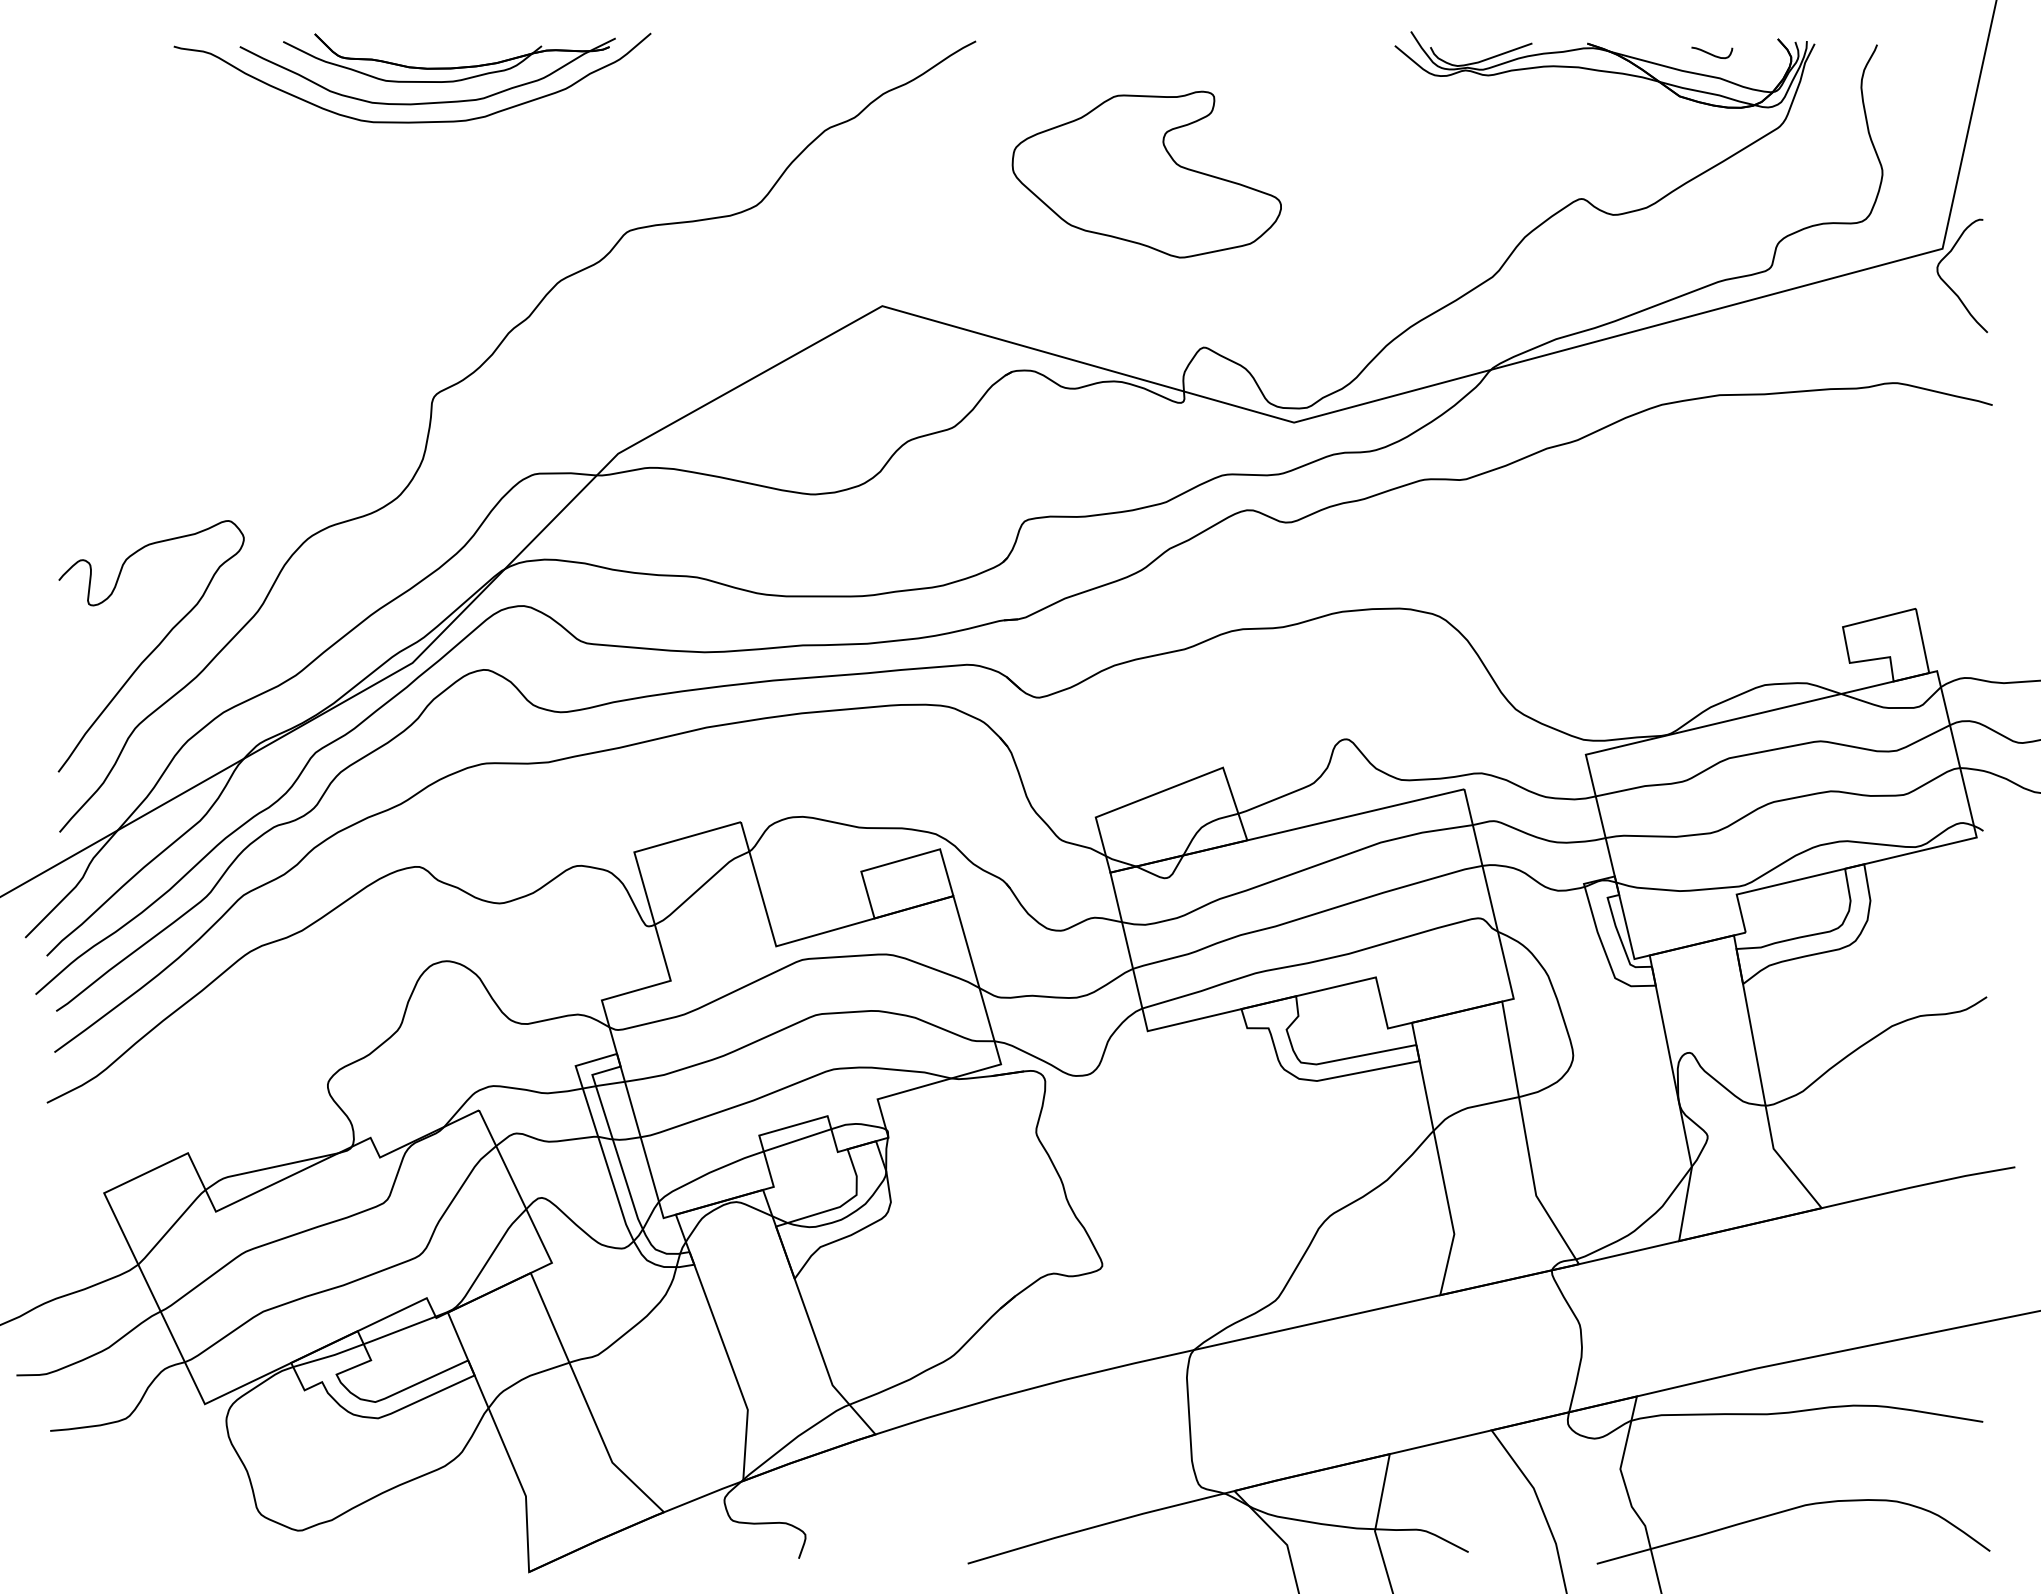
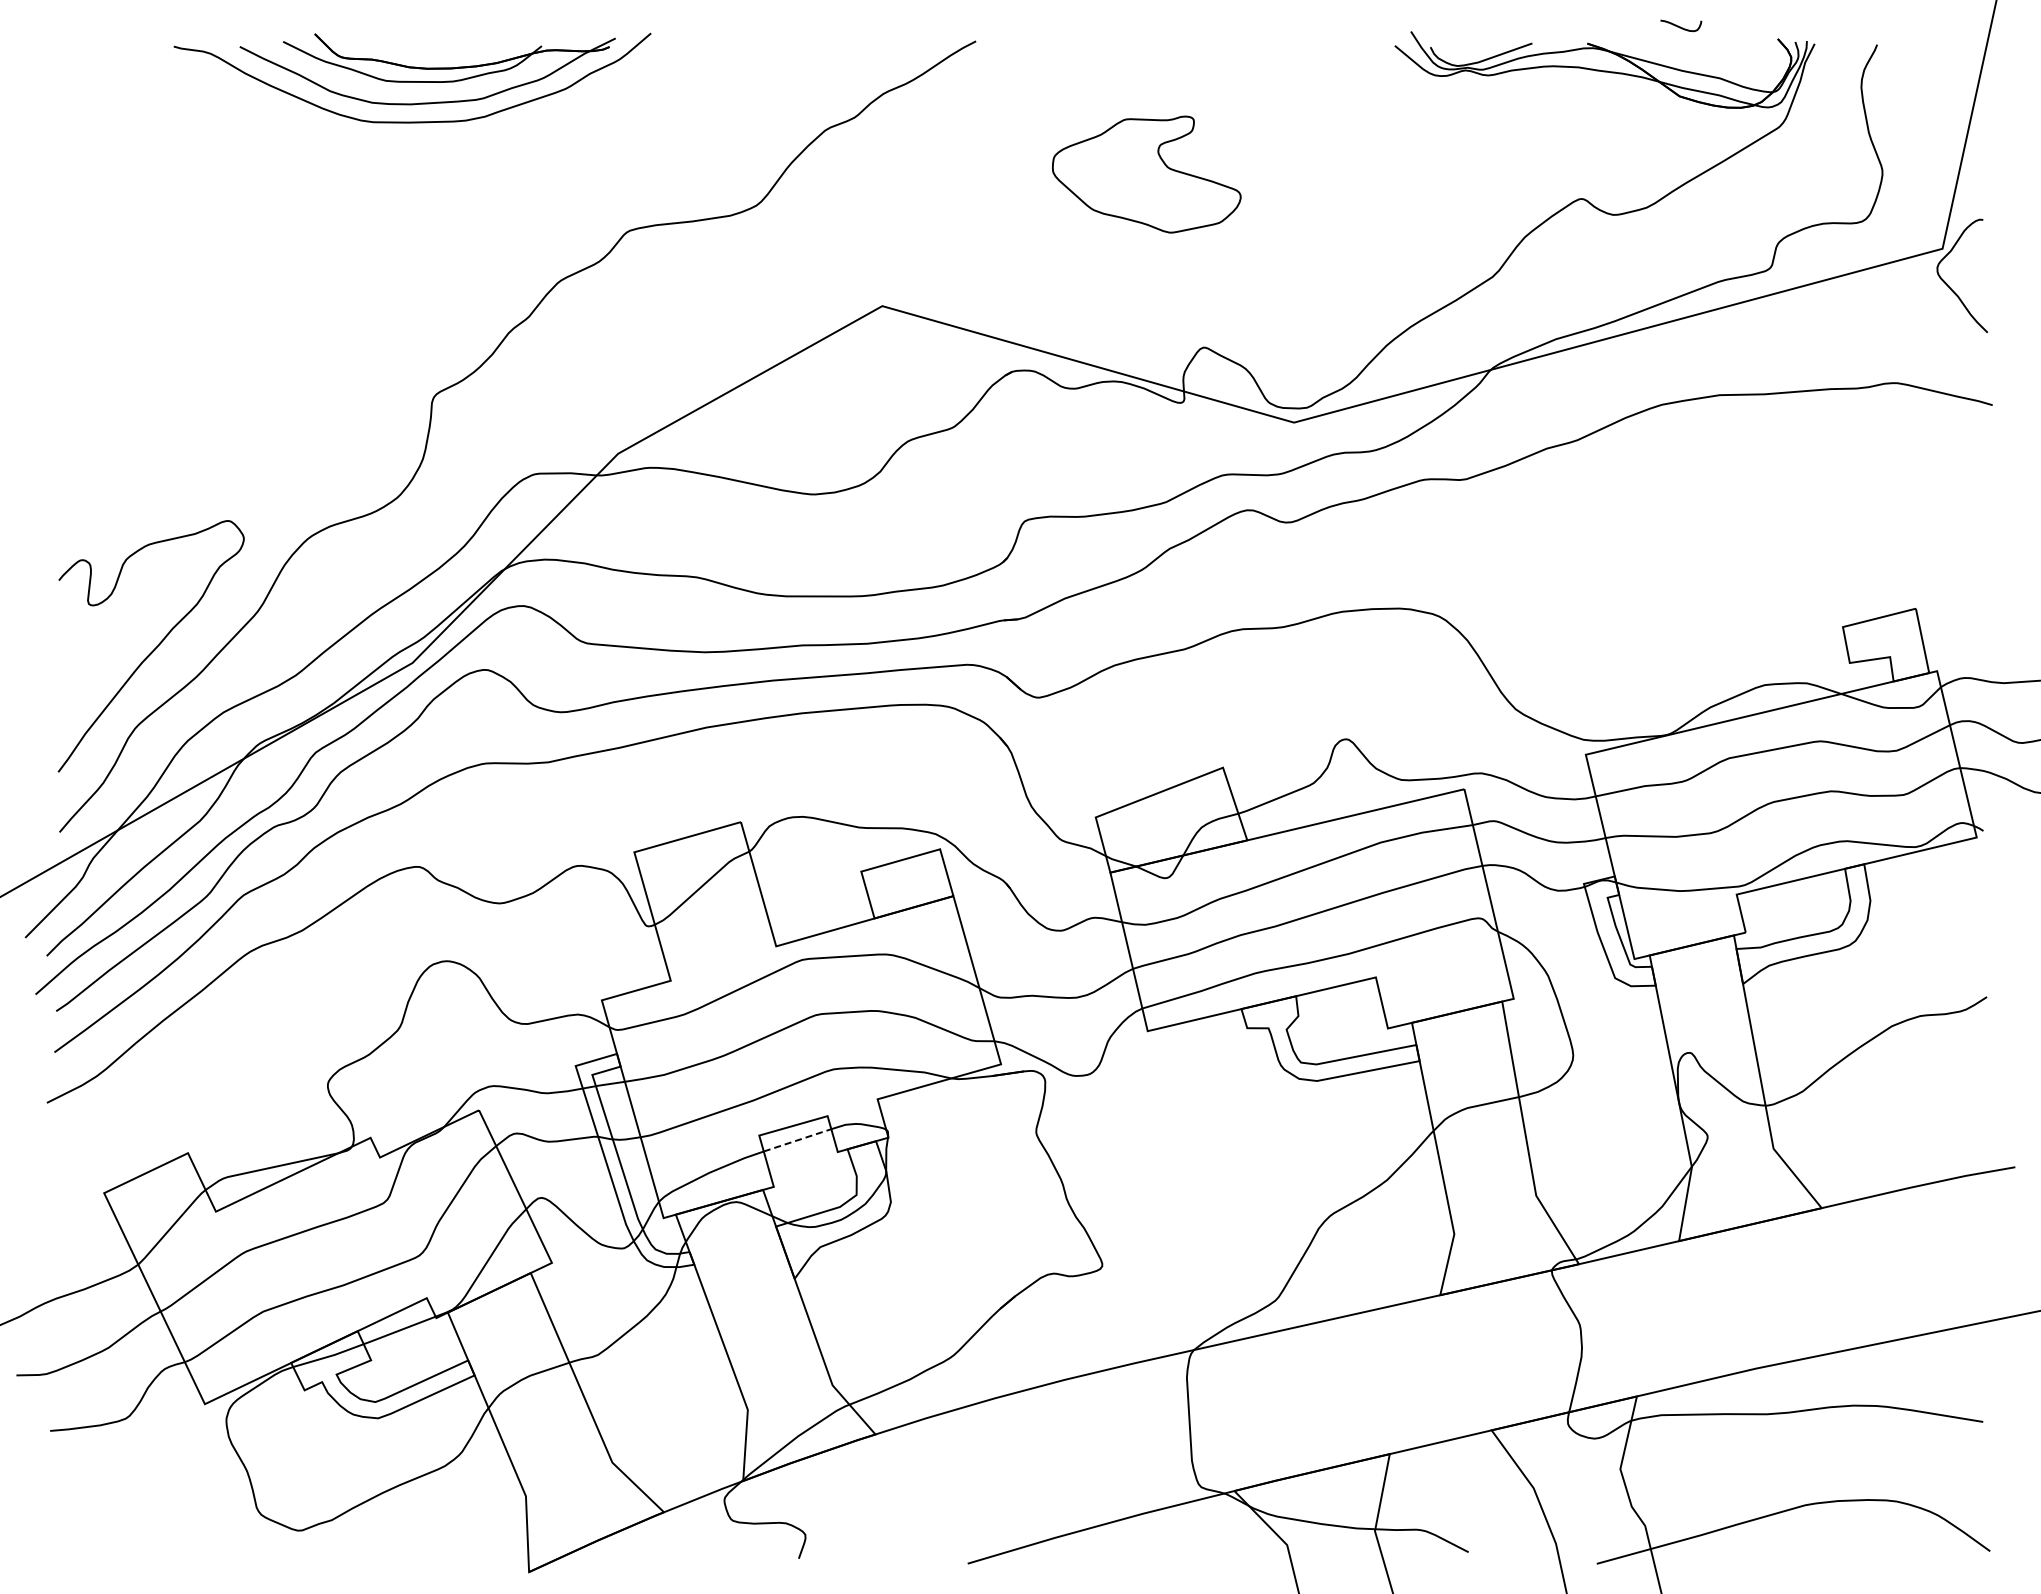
curve at (1711, 53) position: (1711, 53) -> (1680, 26)
part at (1146, 174) size: 271x169 px -> 190x119 px
line at (797, 1140): solid -> dashed
